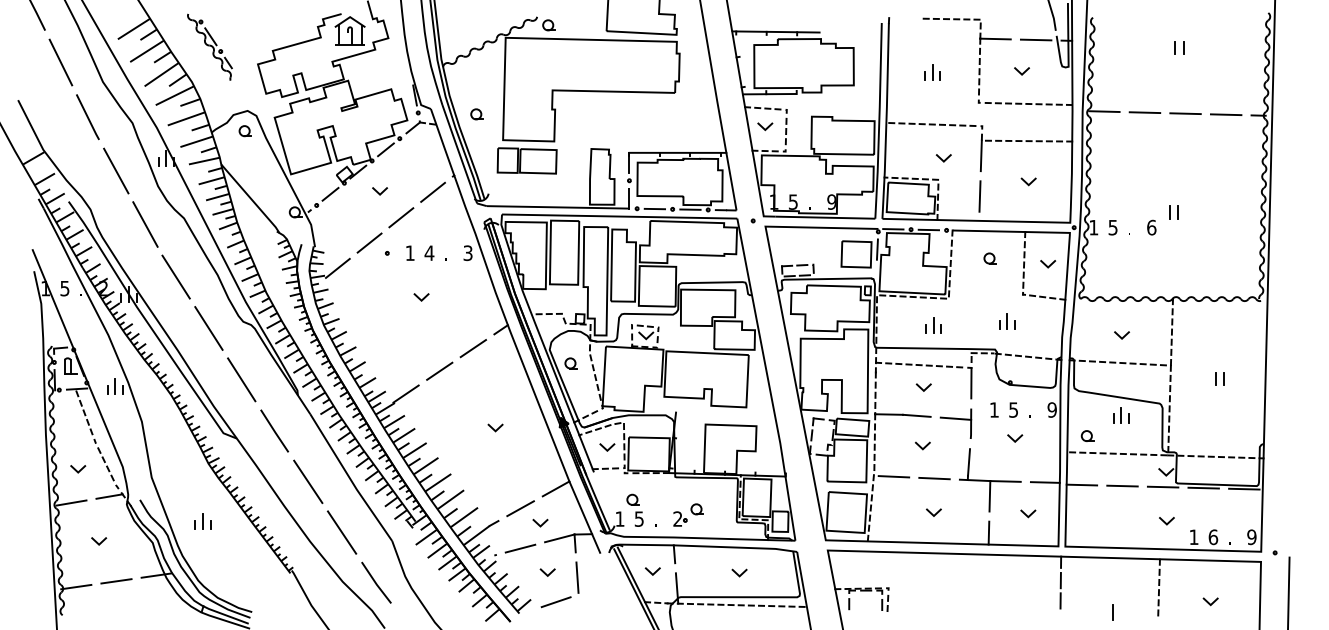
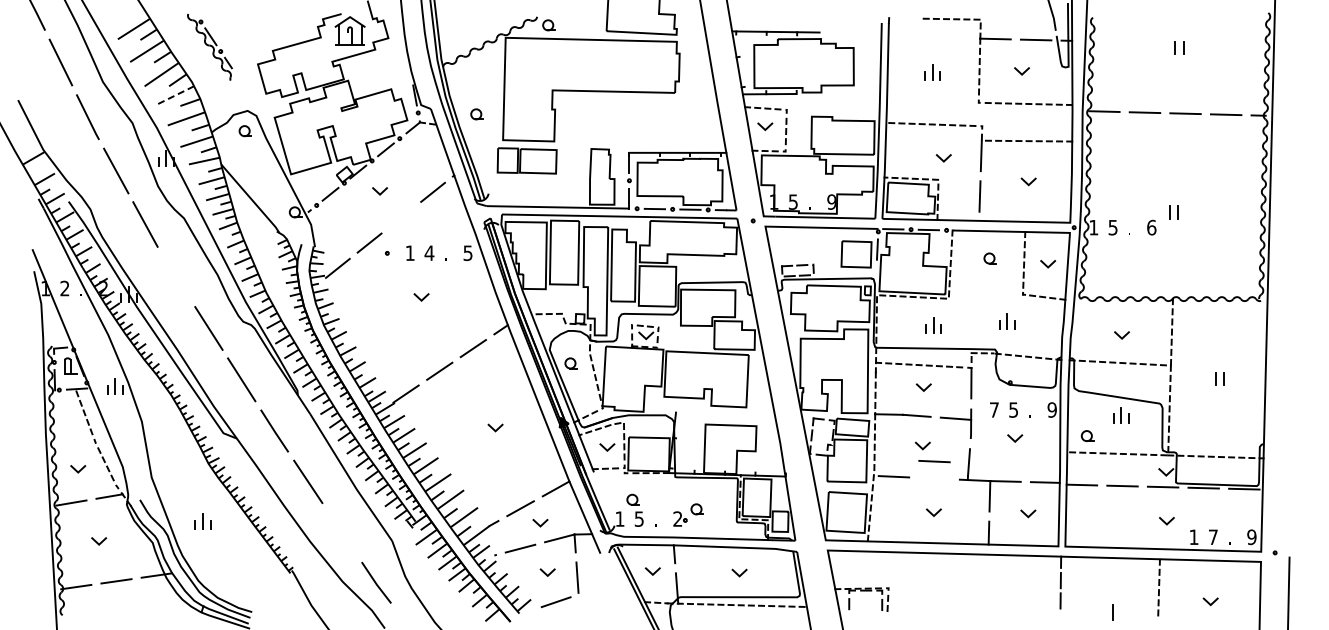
line at (174, 95): solid -> dashed
line at (401, 217): present -> none
text at (468, 252): 3 -> 5
line at (175, 276): present -> none
text at (64, 288): 5 -> 2
text at (994, 409): 1 -> 7
line at (934, 478) position: (934, 478) -> (934, 461)
line at (341, 532): present -> none
text at (1213, 537): 6 -> 7
